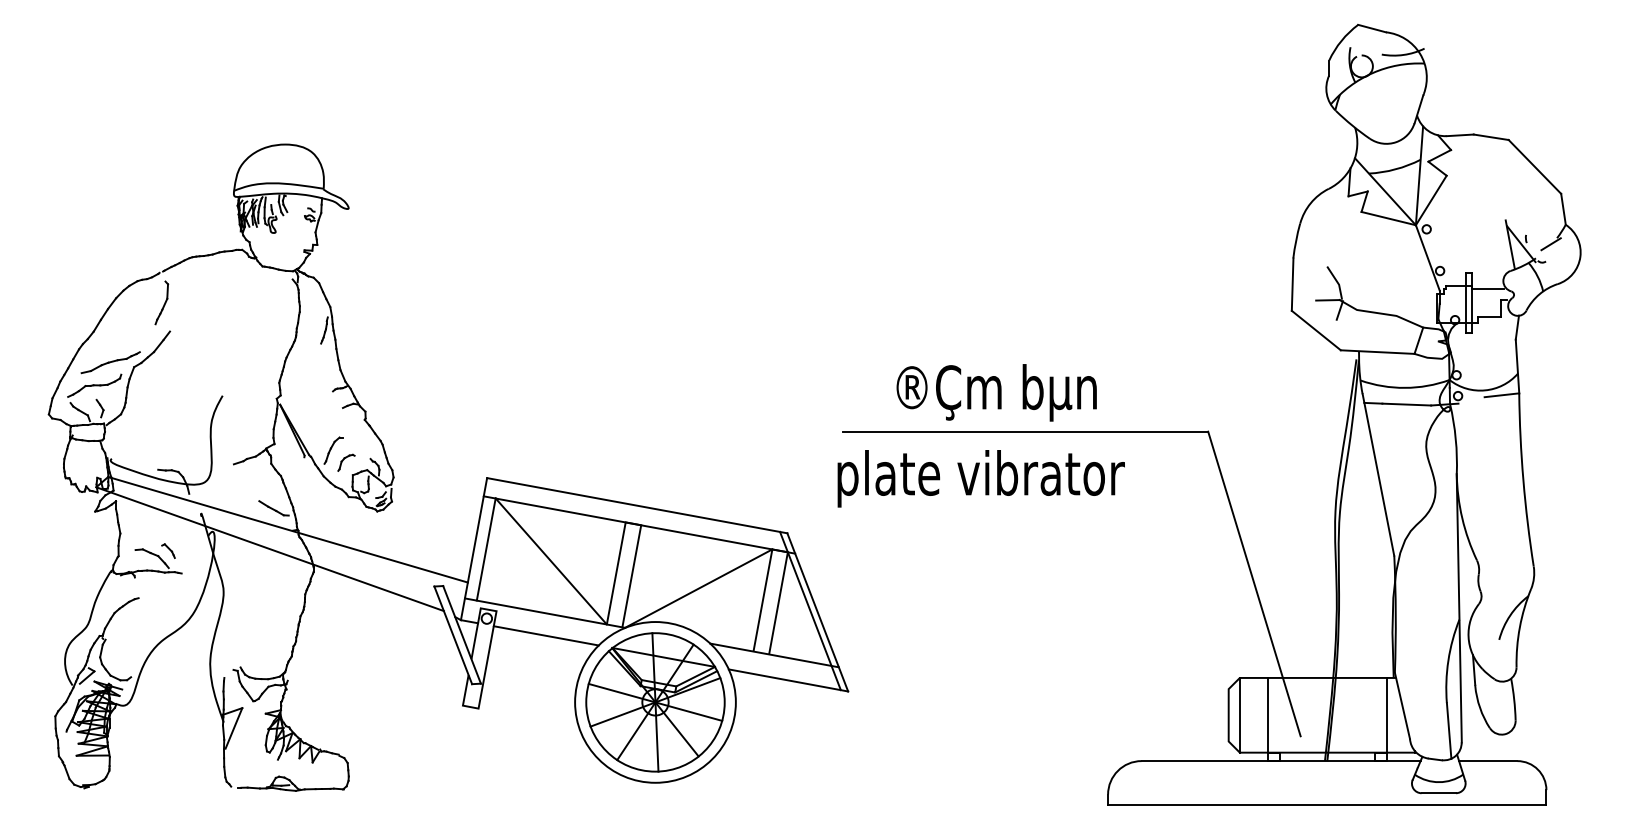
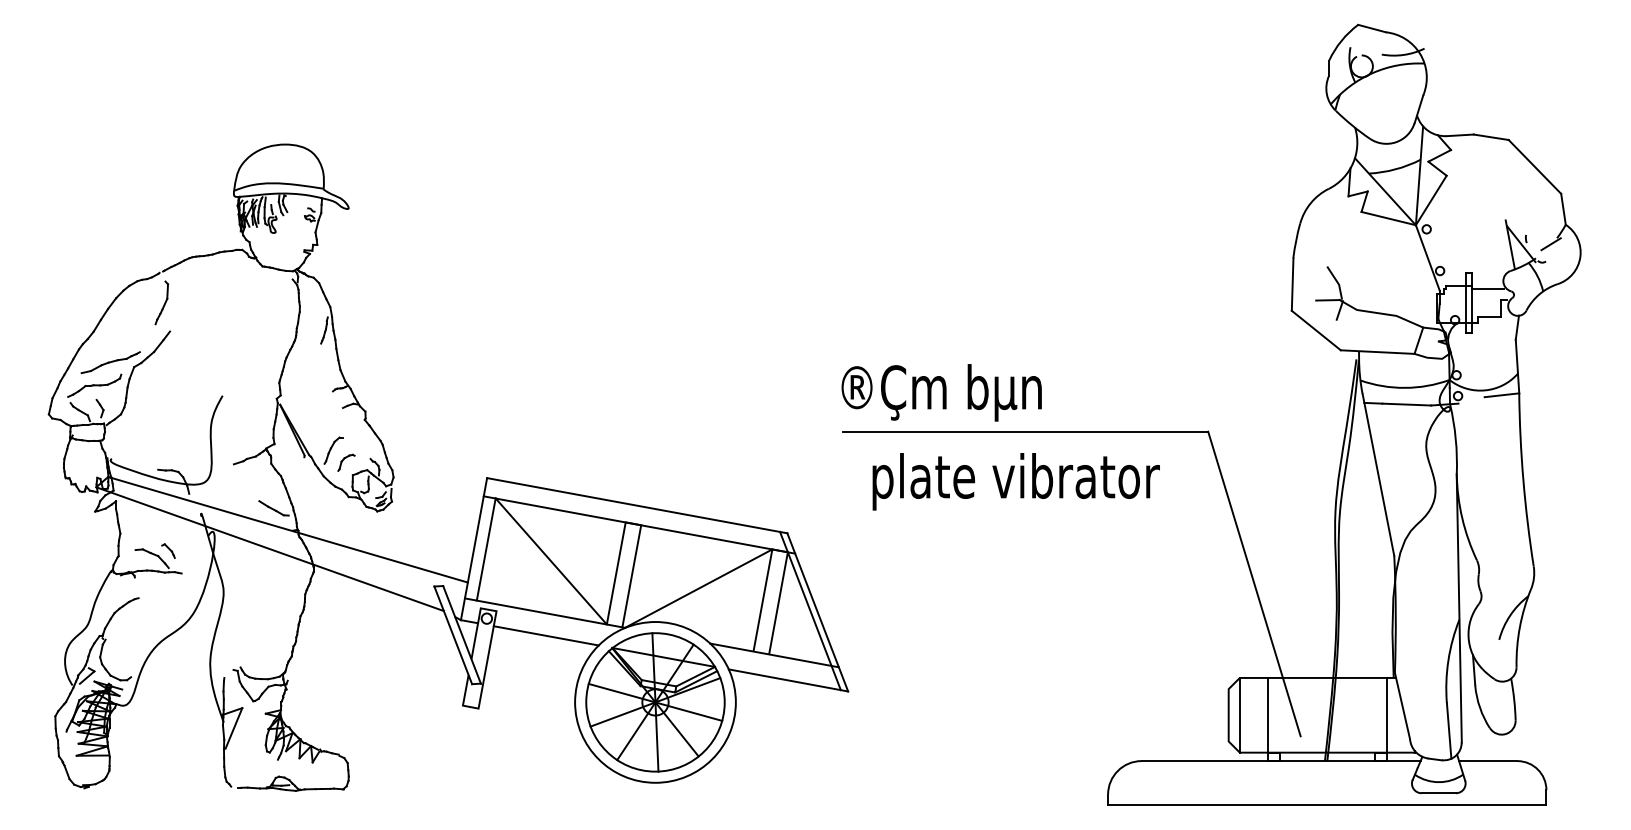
text at (996, 392) position: (996, 392) -> (941, 392)
text at (980, 478) position: (980, 478) -> (1015, 481)
